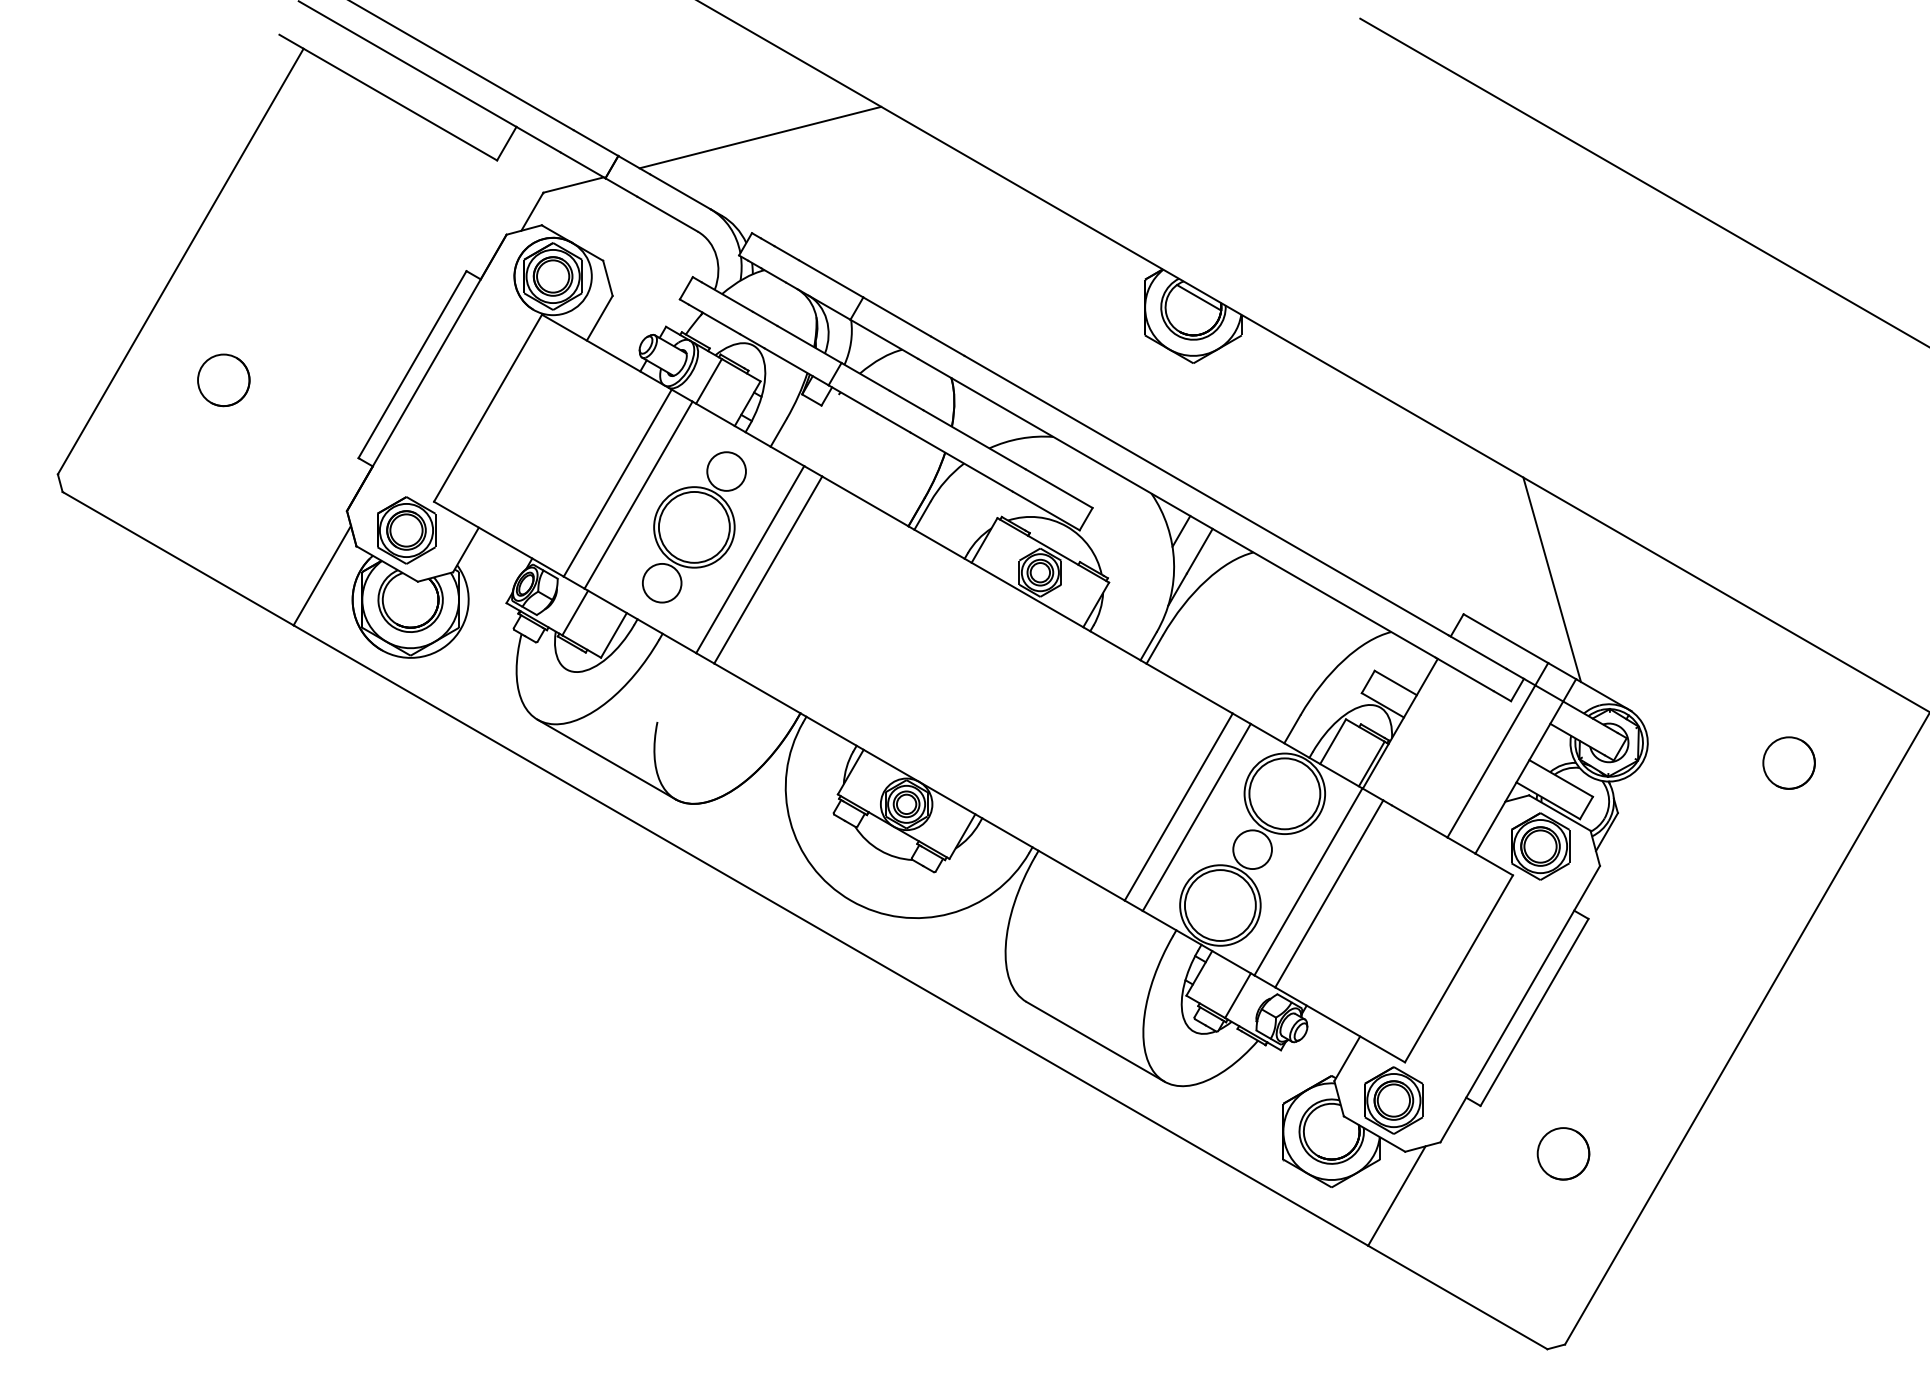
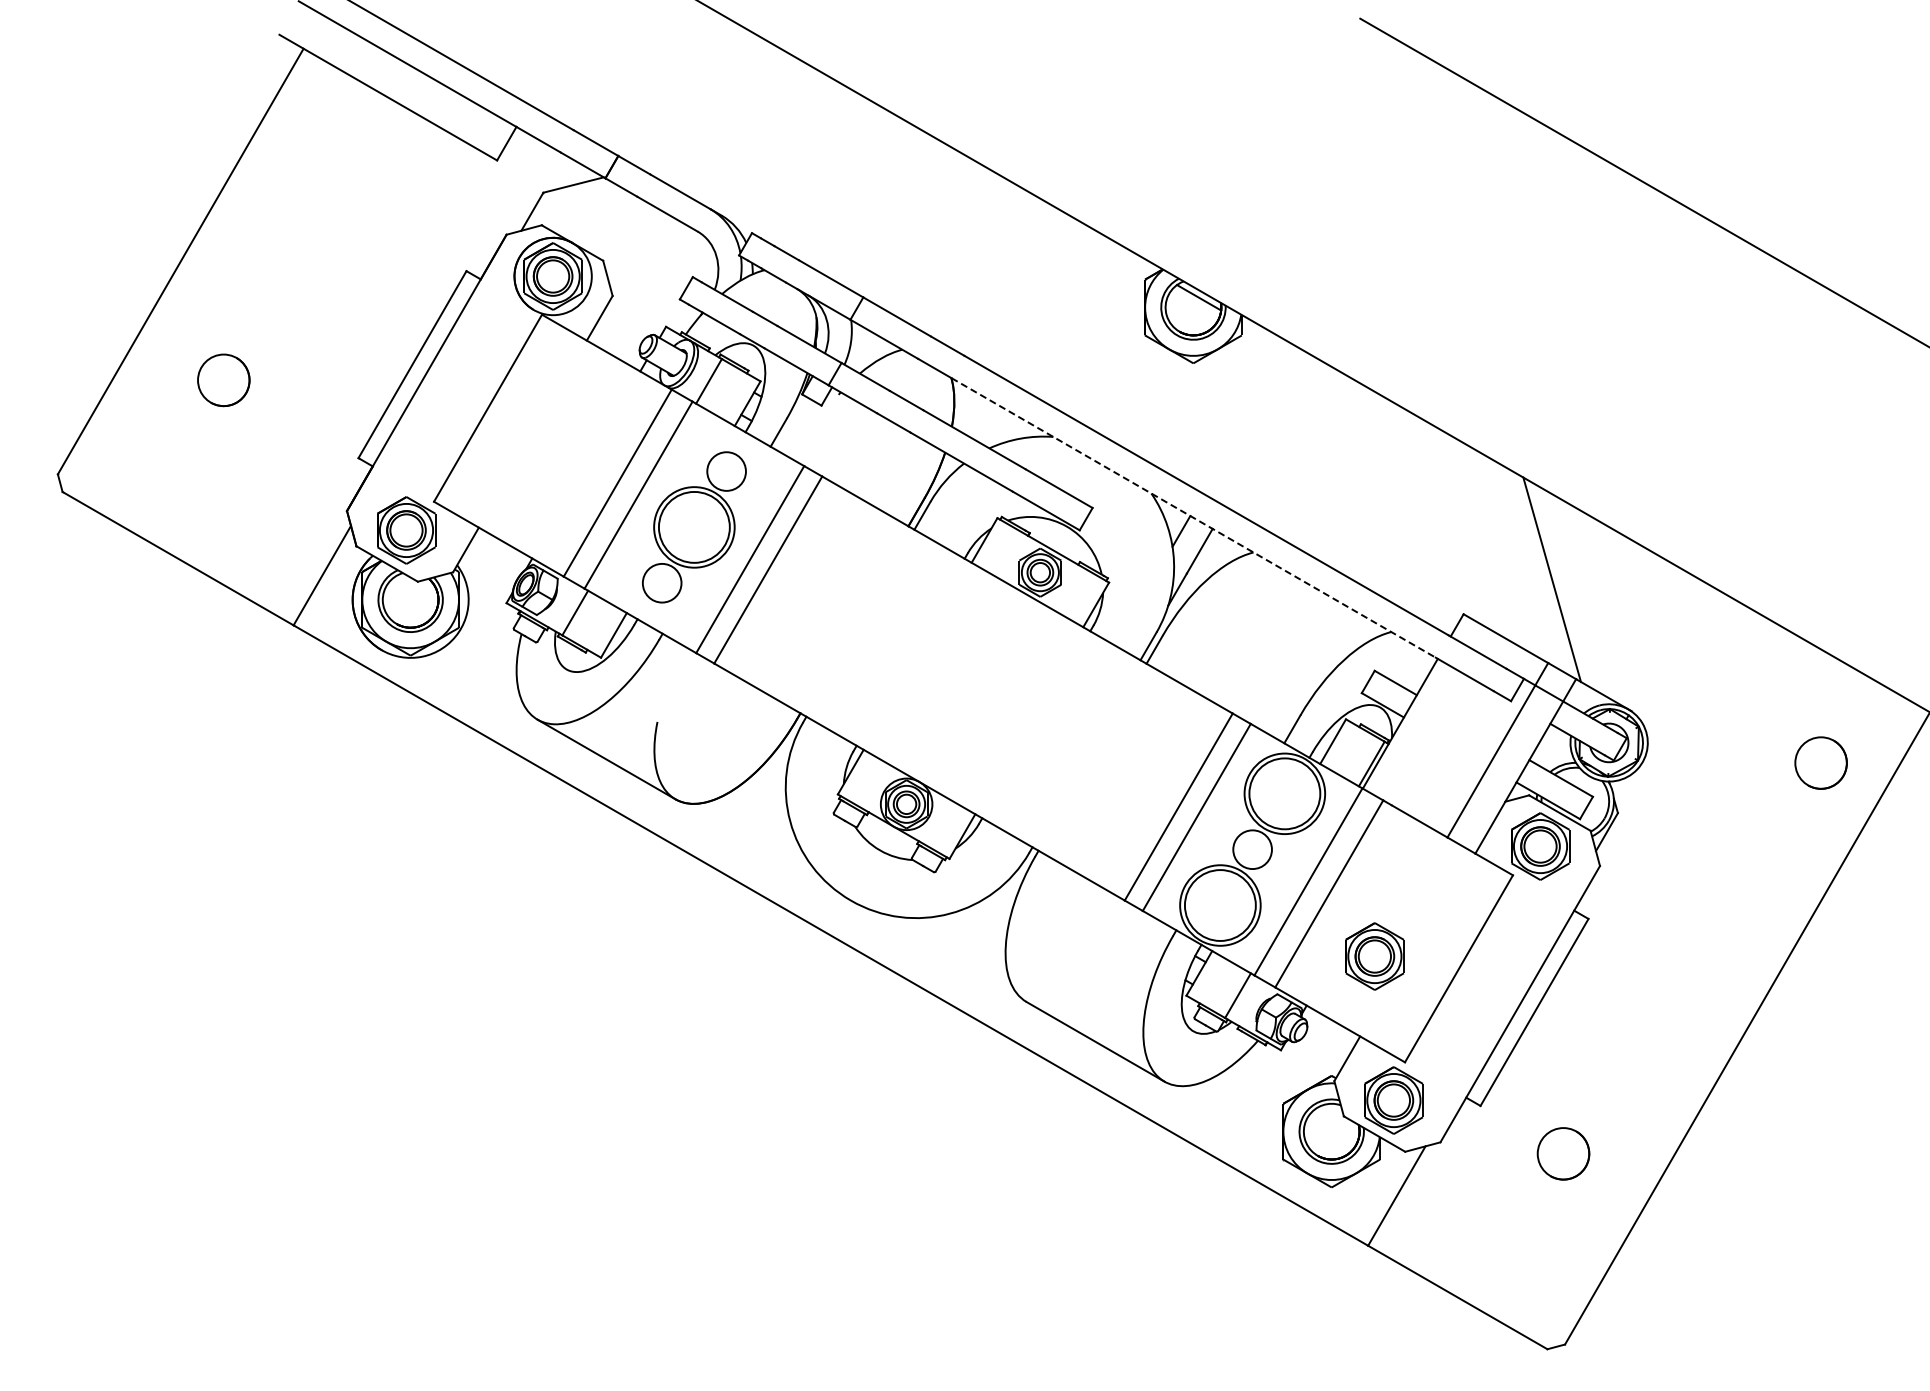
line at (760, 137): present -> none
line at (1193, 517): solid -> dashed
circle at (1788, 762) position: (1788, 762) -> (1820, 762)
part at (1374, 956): none -> present
